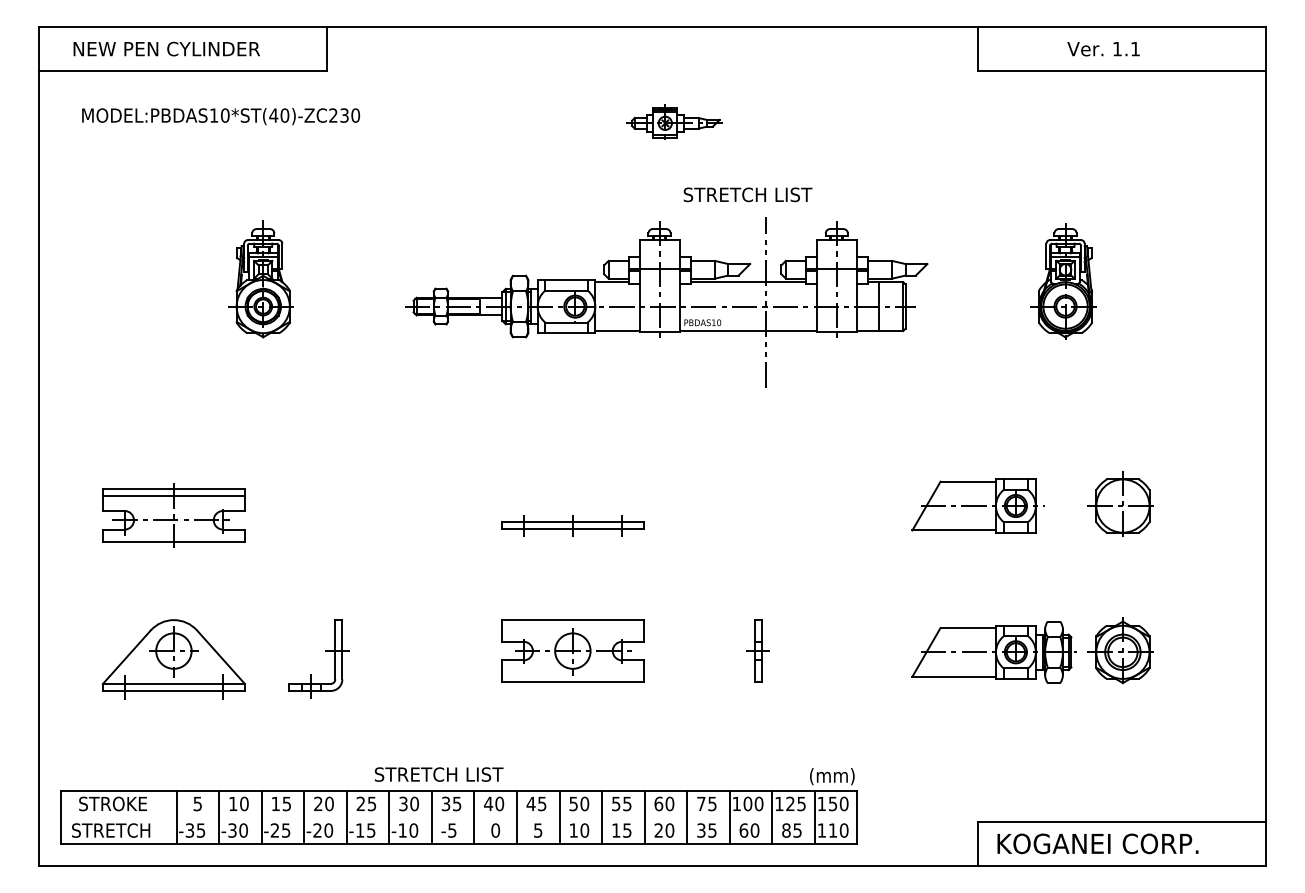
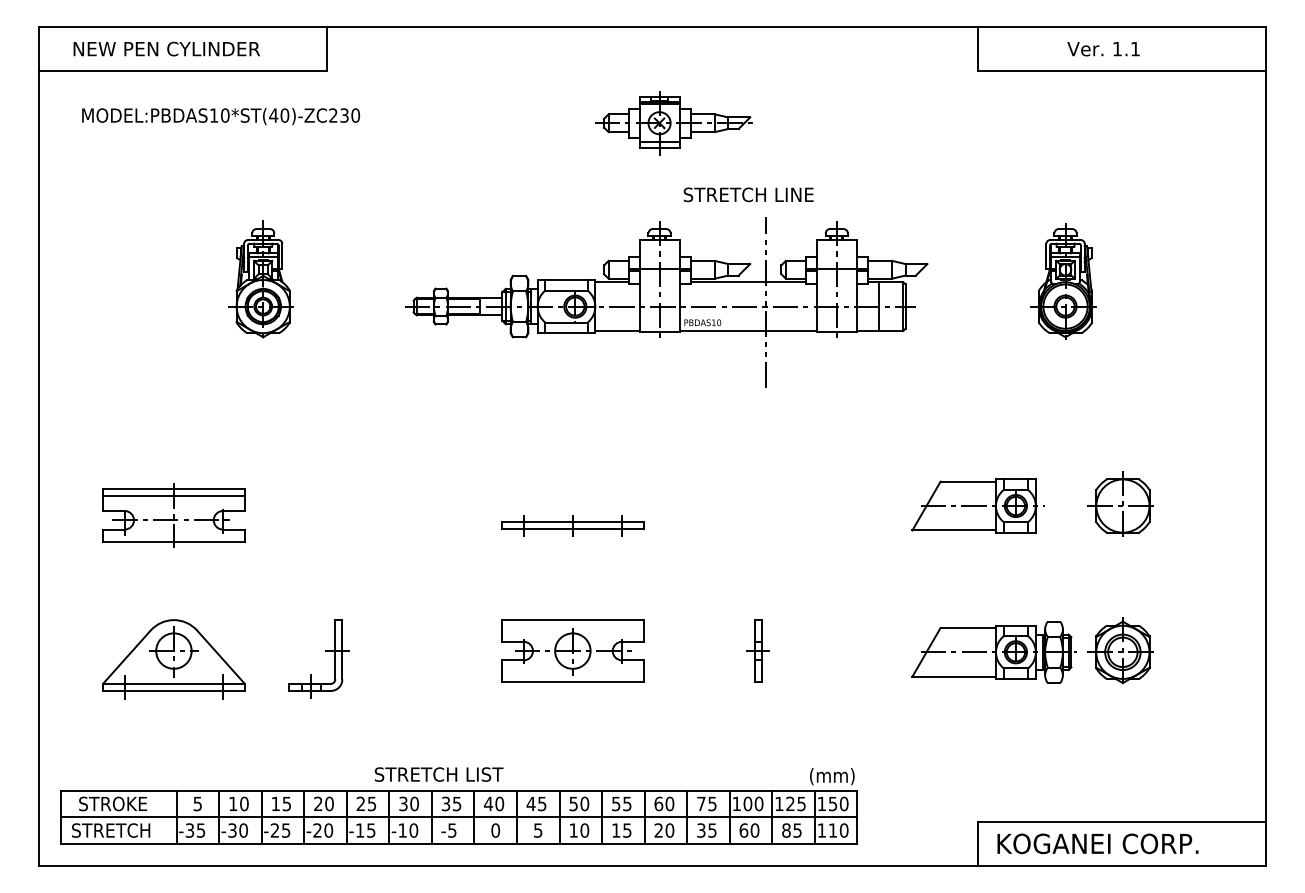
part at (674, 121) size: 97x36 px -> 158x65 px
text at (801, 194): STRETCH LIST -> STRETCH LINE
line at (459, 817): none -> present
